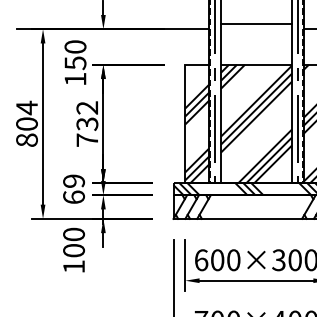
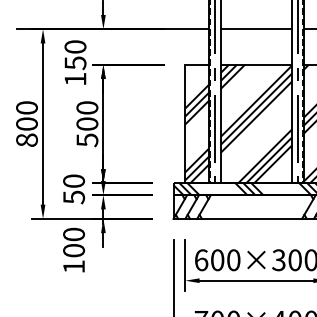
line at (256, 24) position: (256, 24) -> (256, 29)
text at (26, 107): 804 -> 800
text at (87, 124): 732 -> 500
text at (74, 189): 69 -> 50
